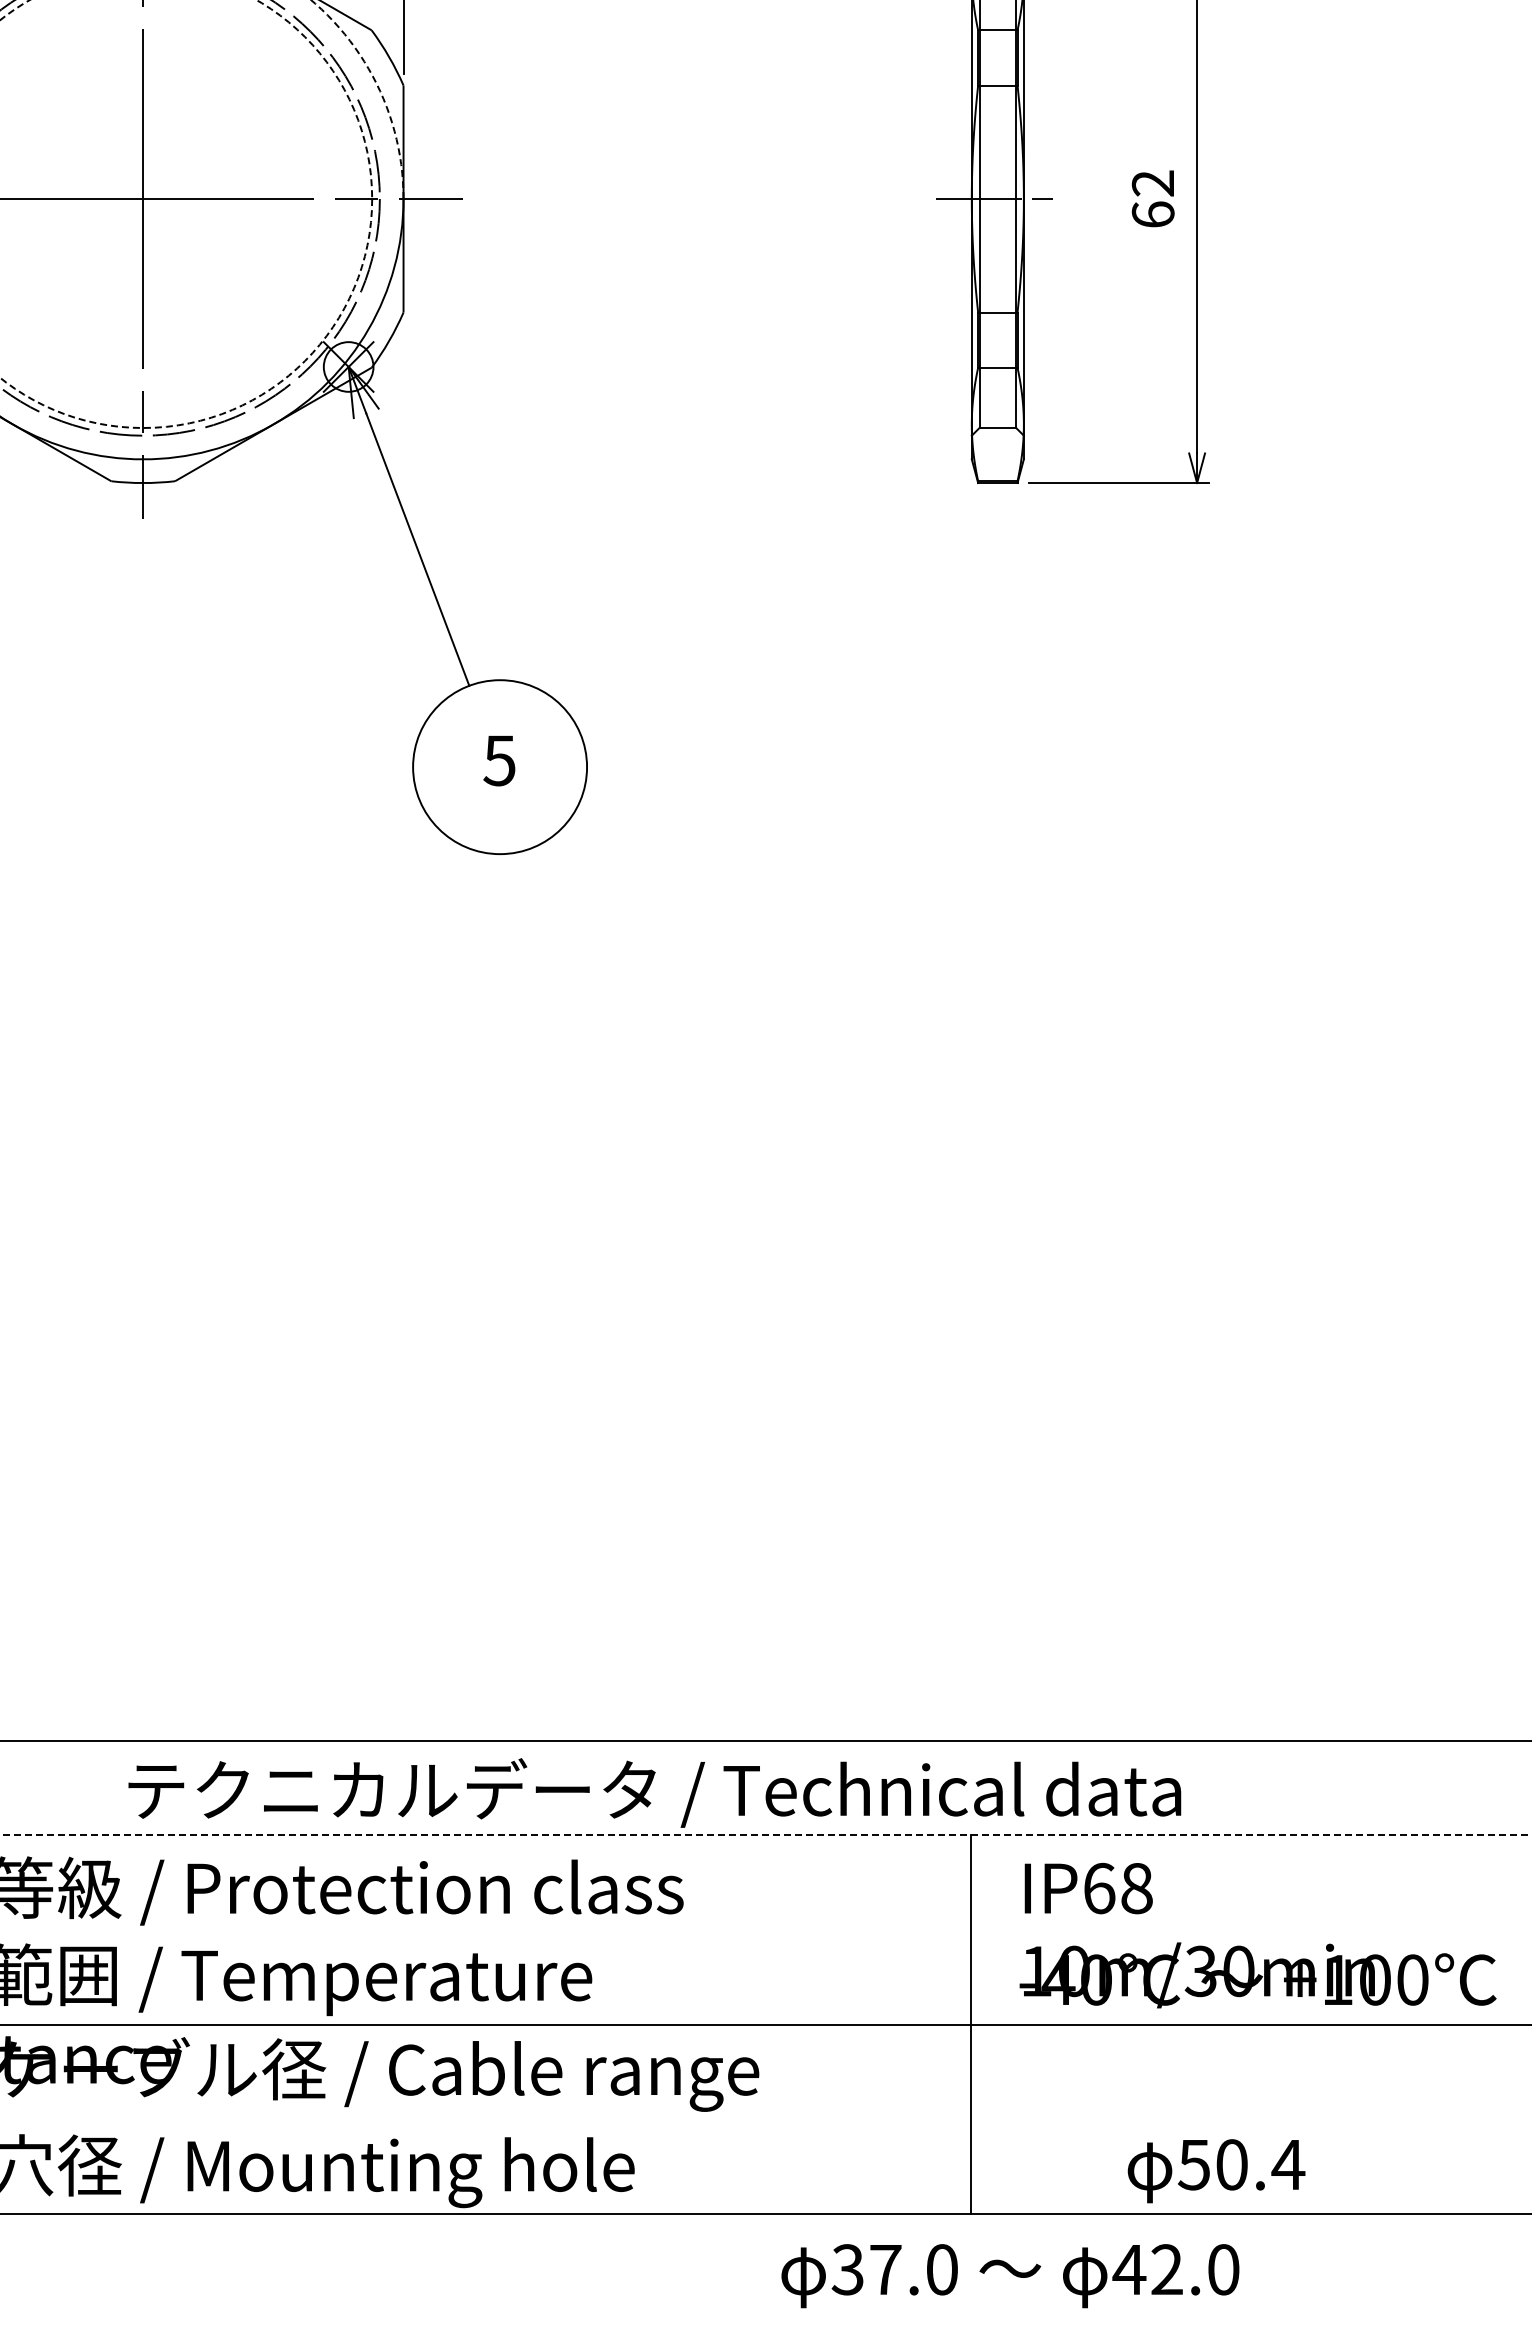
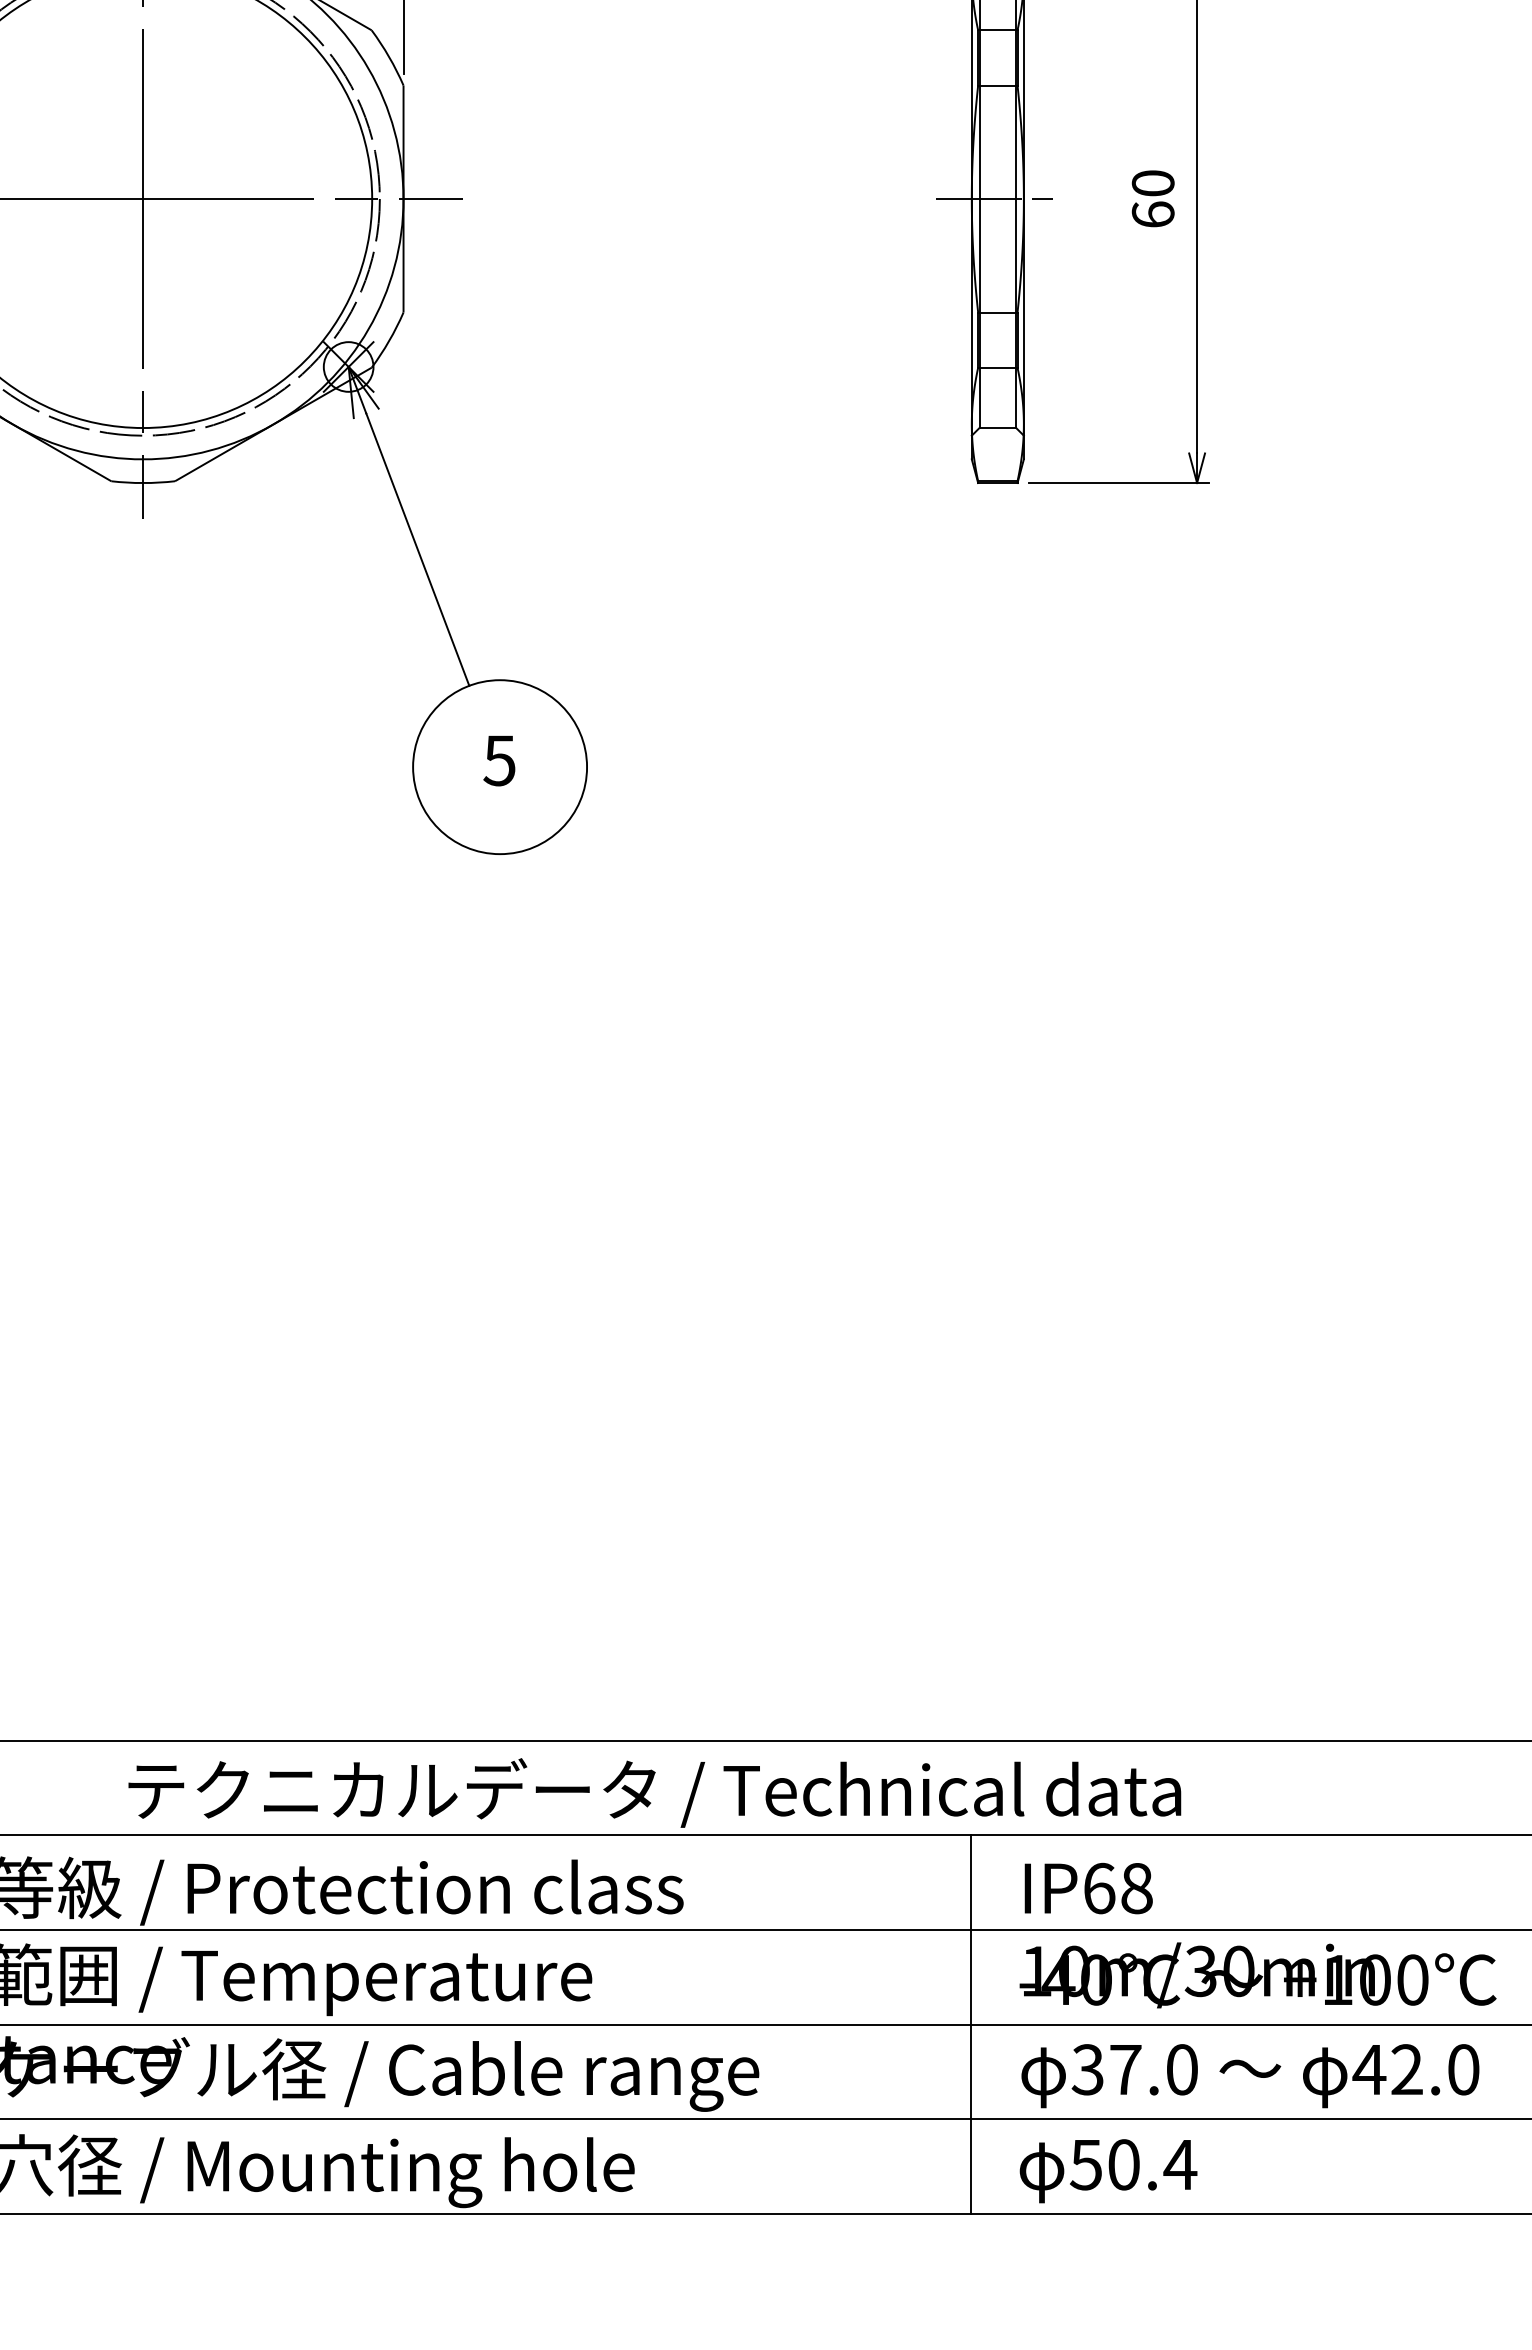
arc at (379, 88): dashed -> solid
text at (1152, 183): 62 -> 60
circle at (186, 214): dashed -> solid
line at (766, 1835): dashed -> solid
line at (765, 1930): none -> present
line at (765, 2119): none -> present
text at (1216, 2171) position: (1216, 2171) -> (1108, 2171)
text at (1010, 2276) position: (1010, 2276) -> (1250, 2076)
